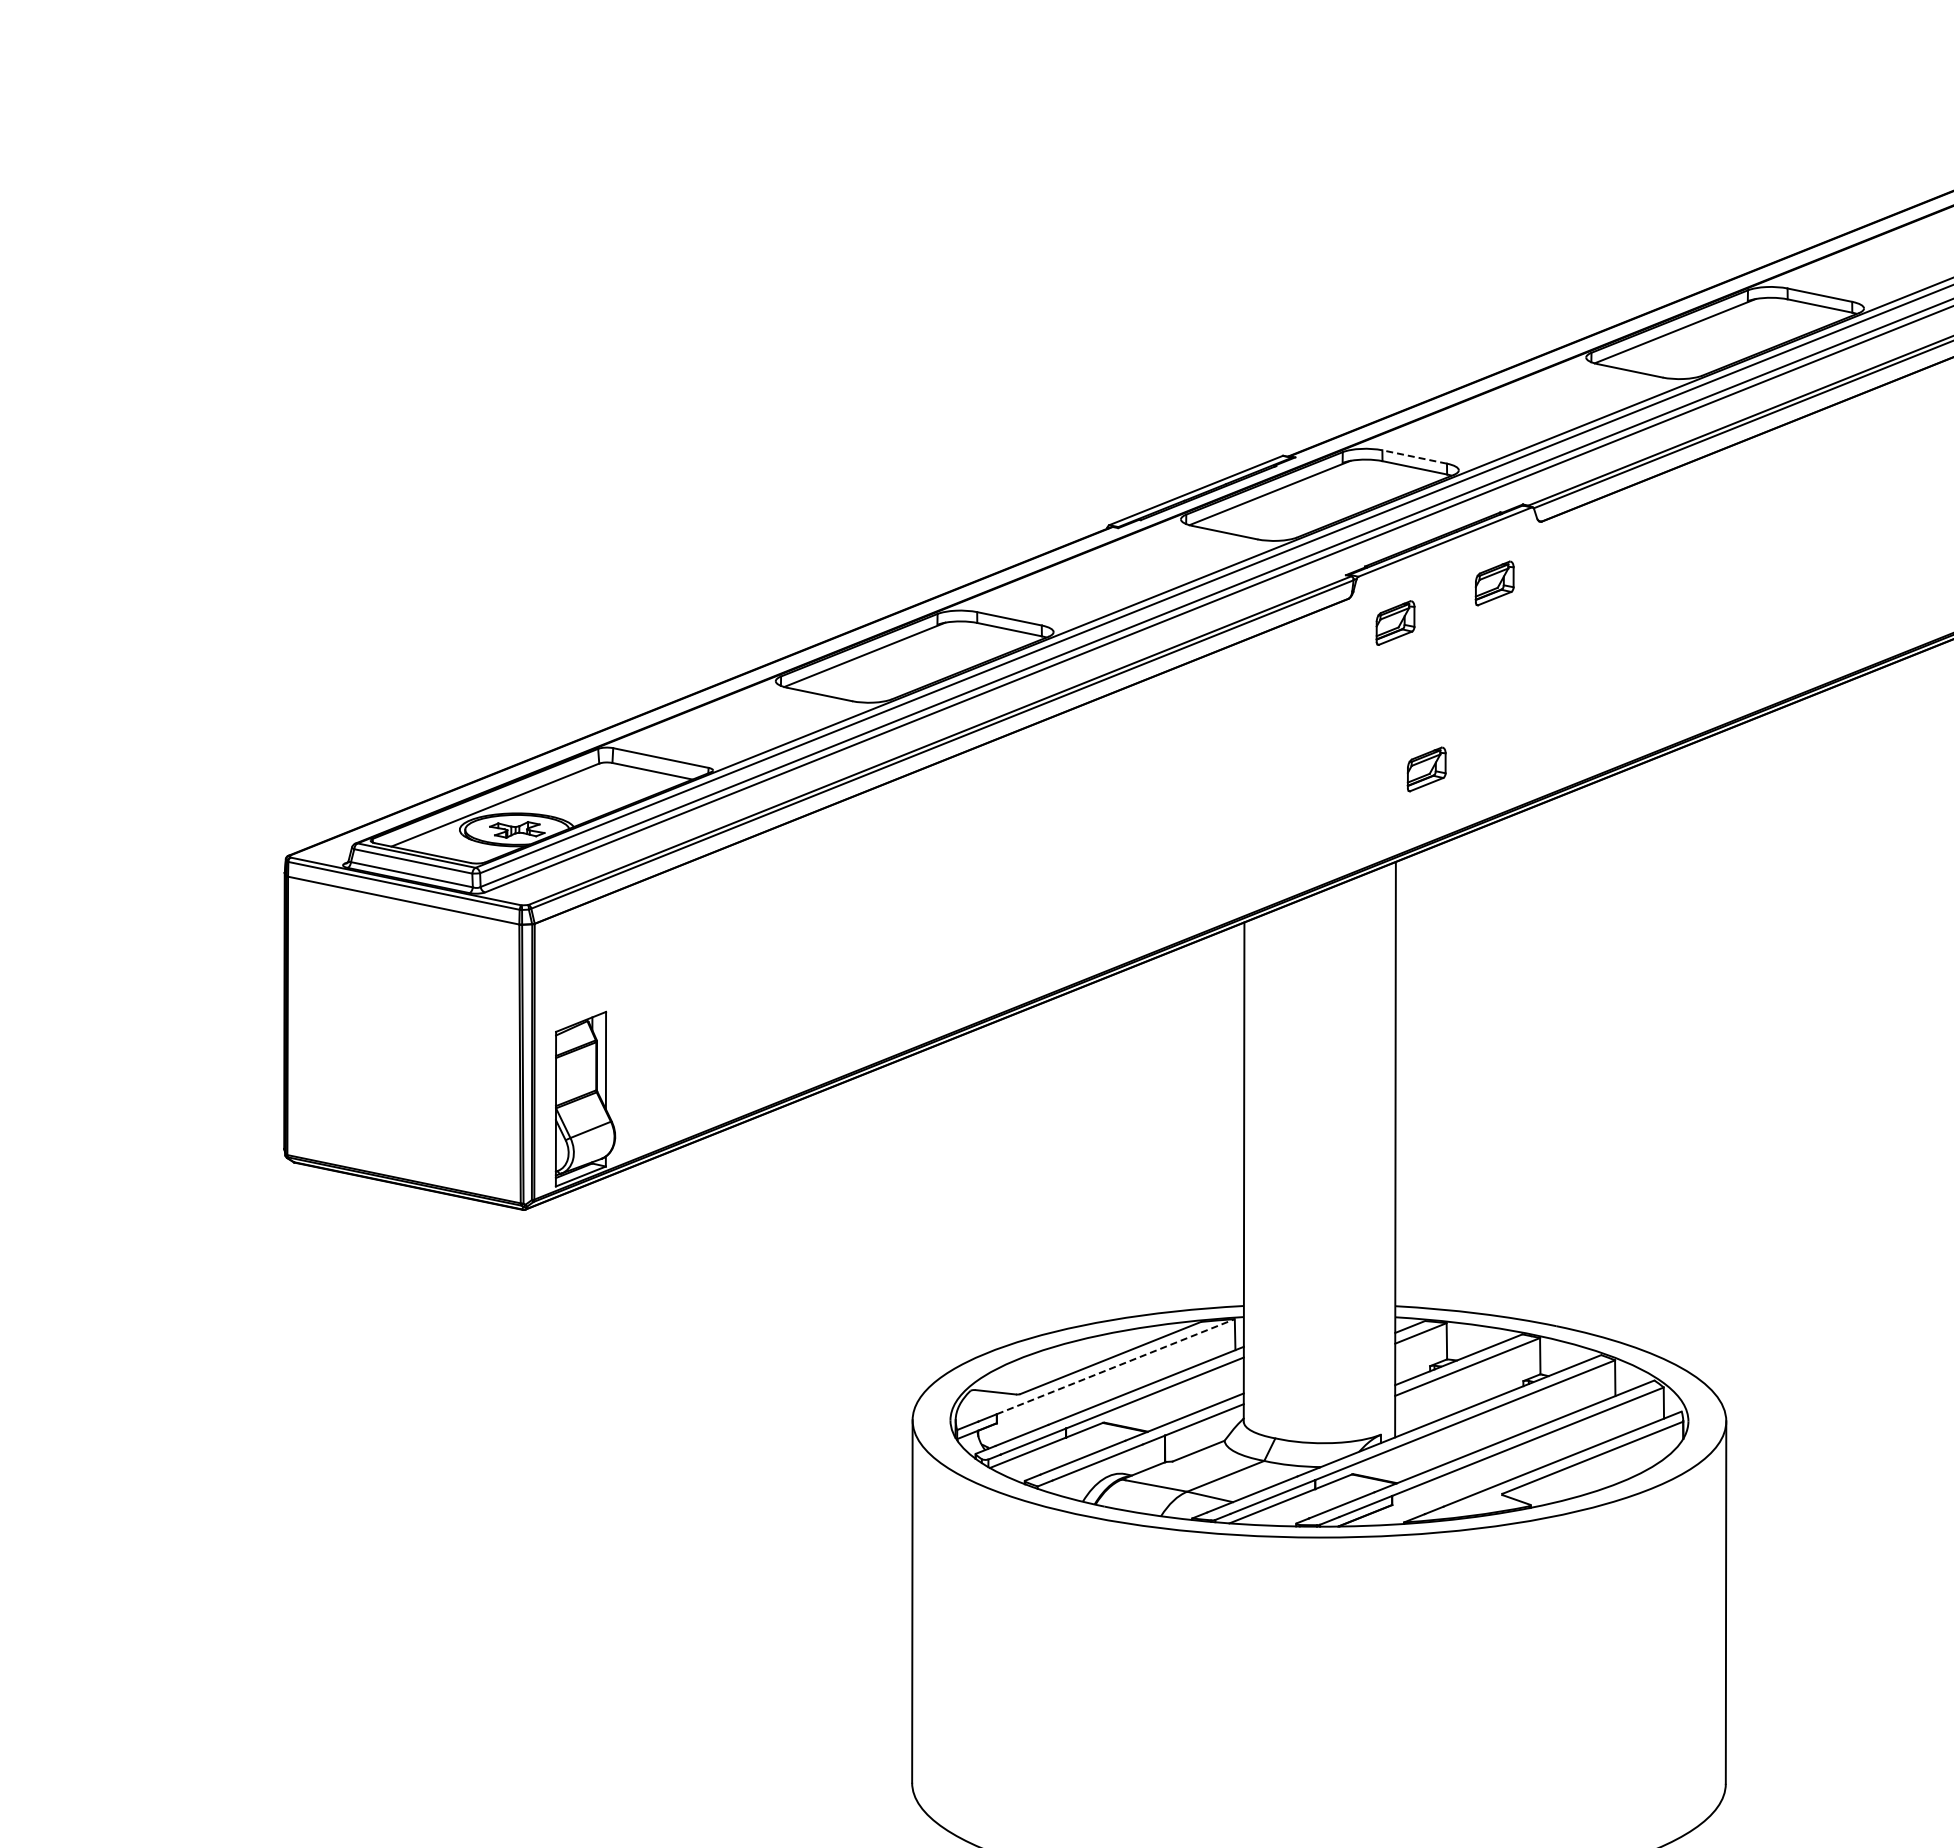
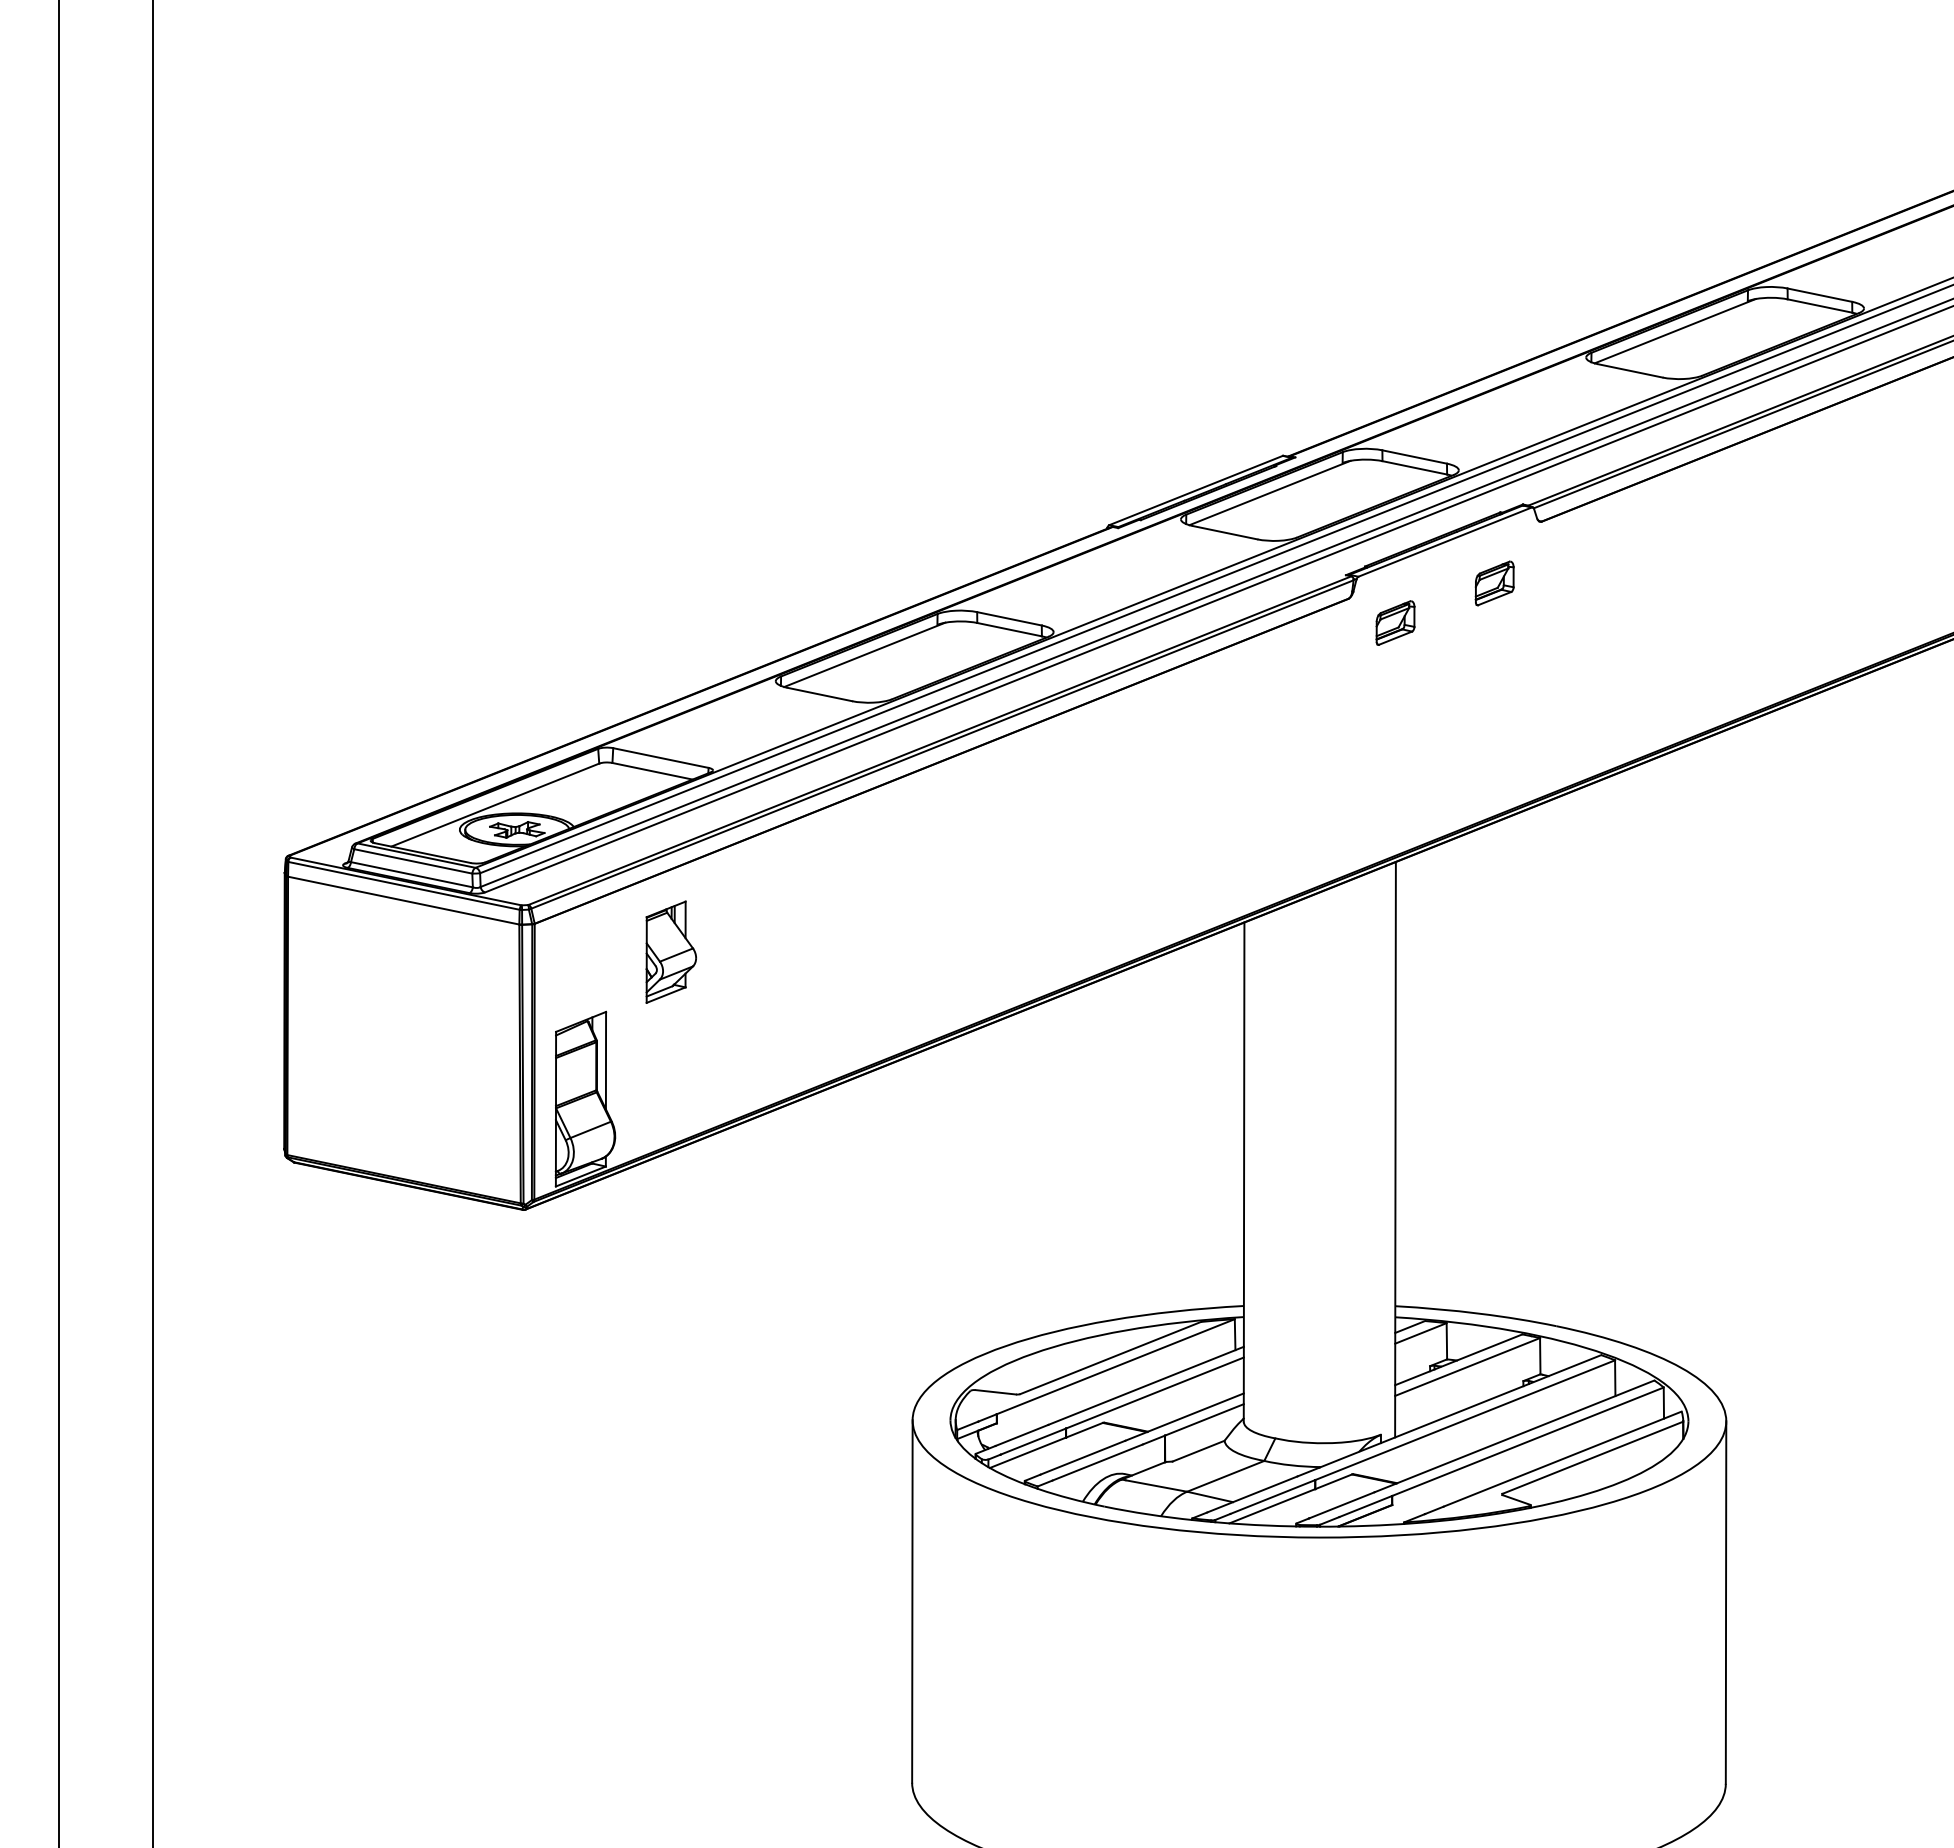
line at (1414, 457): dashed -> solid
part at (1426, 769): present -> none
line at (58, 923): none -> present
line at (153, 923): none -> present
part at (670, 951): none -> present
line at (1116, 1366): dashed -> solid
